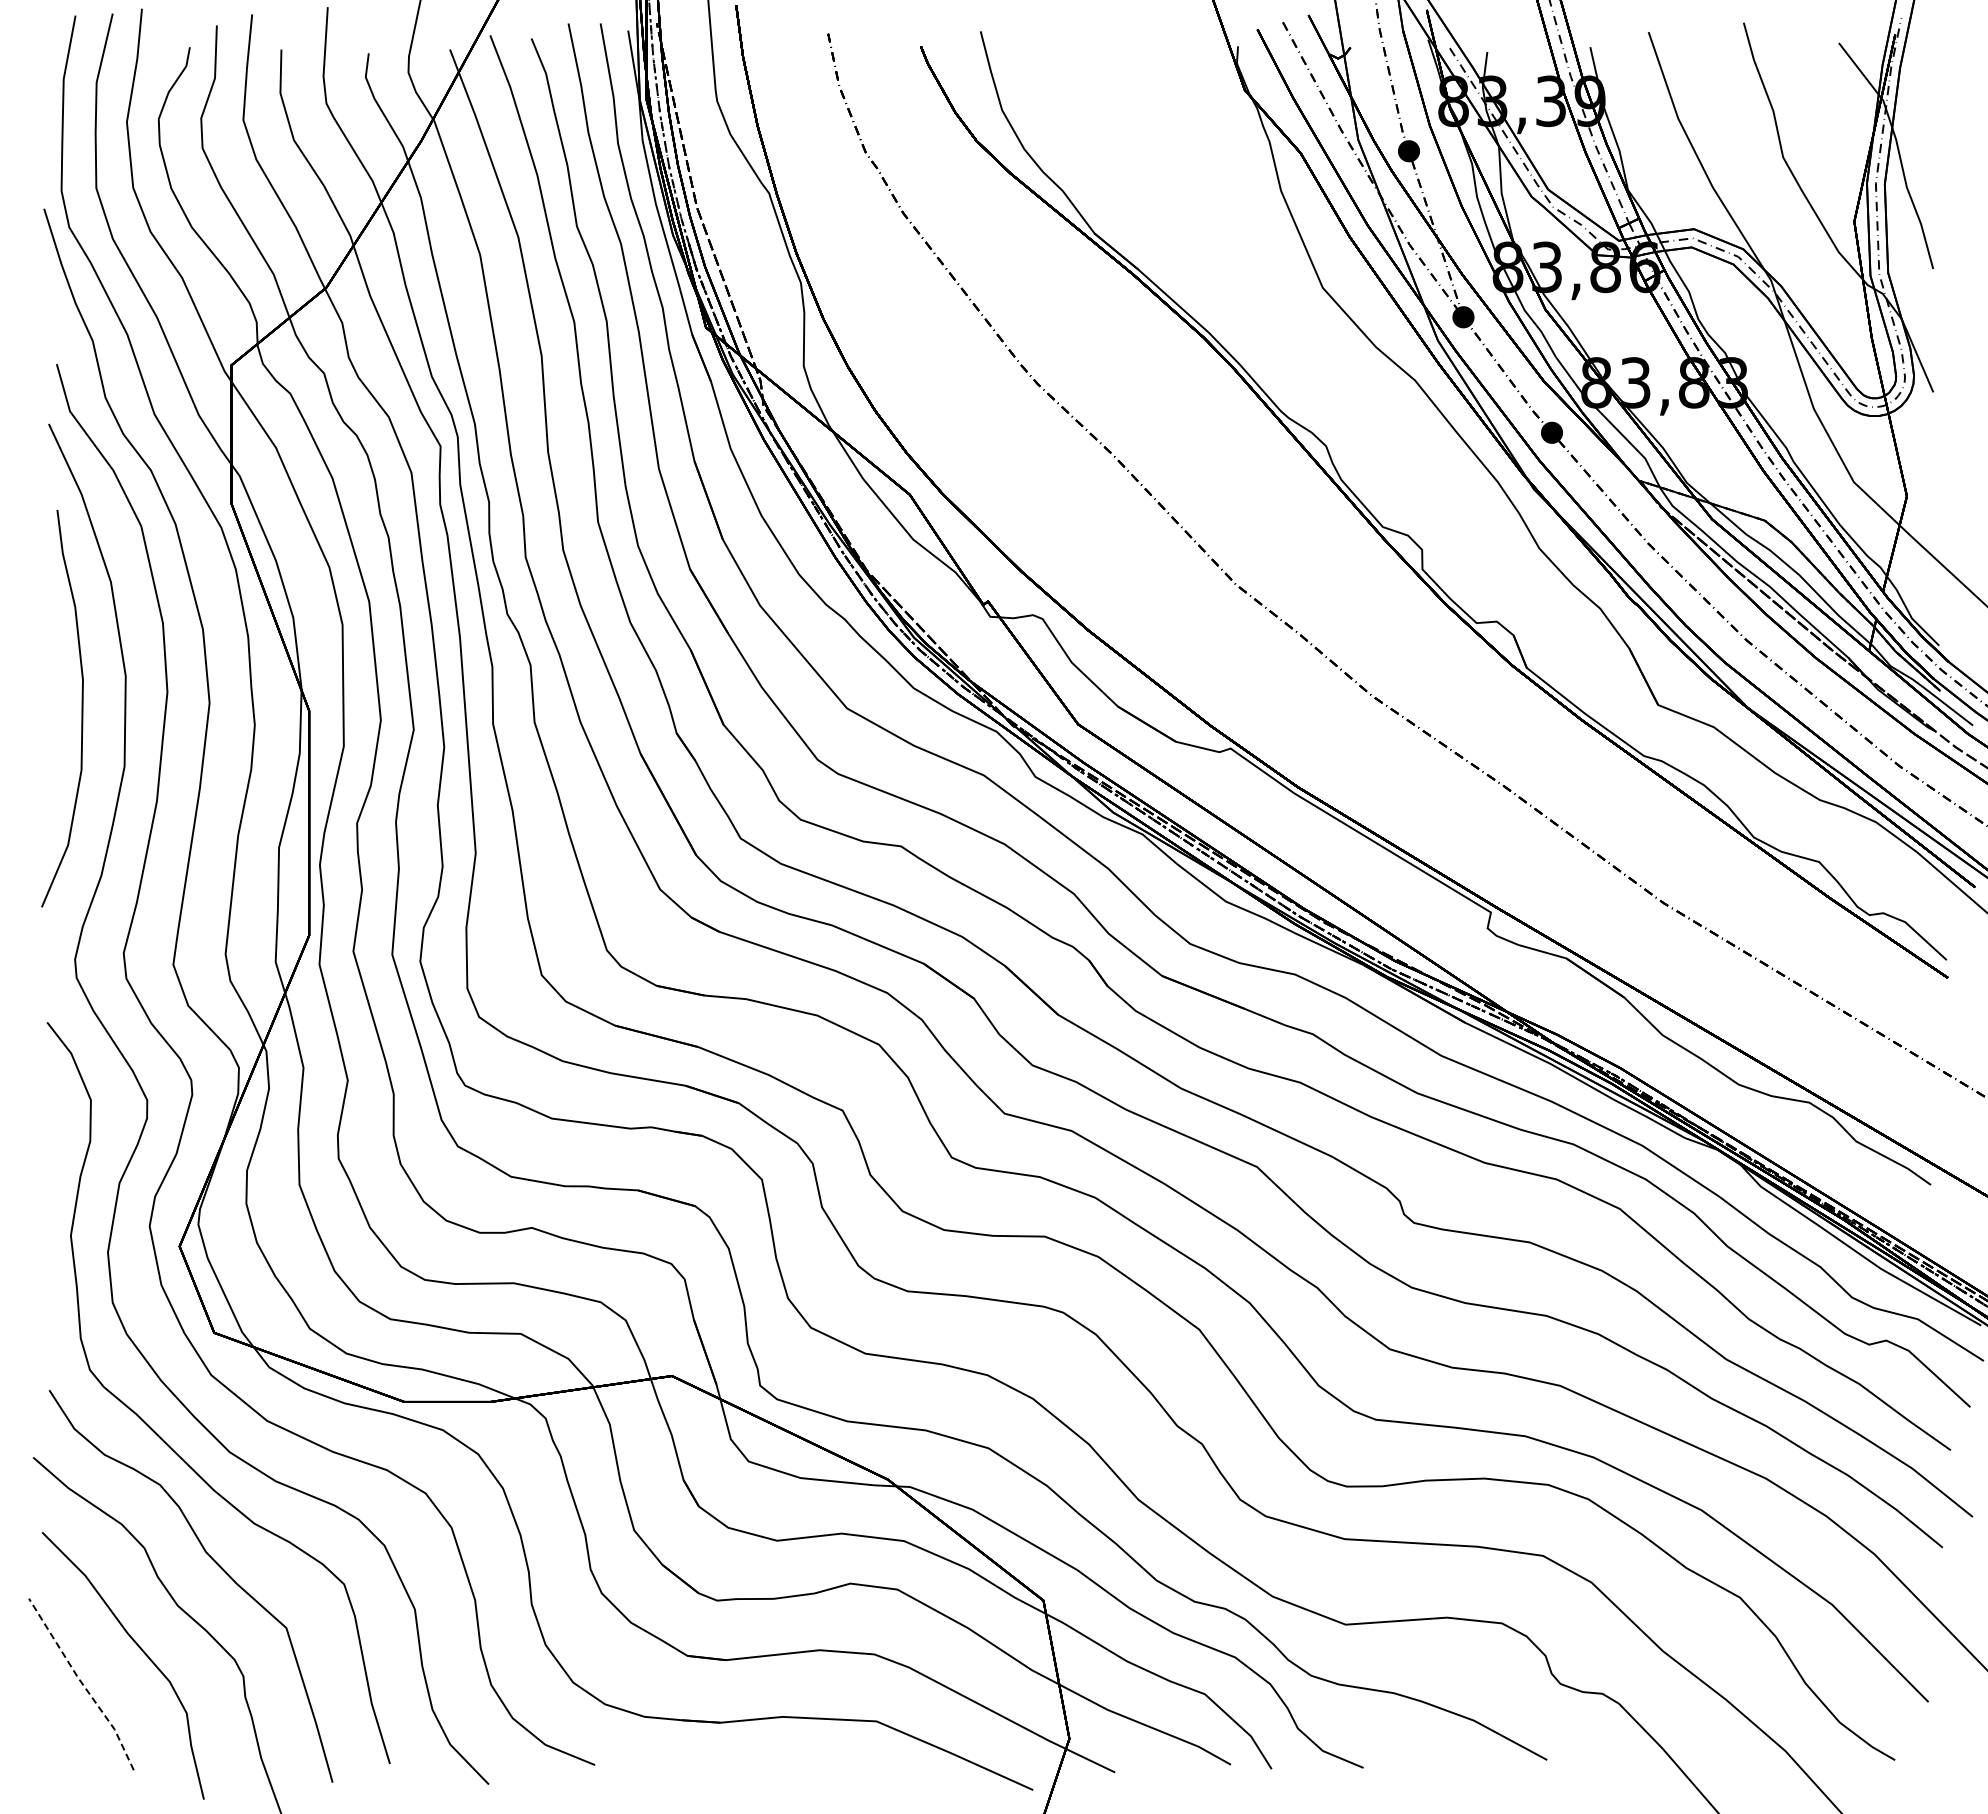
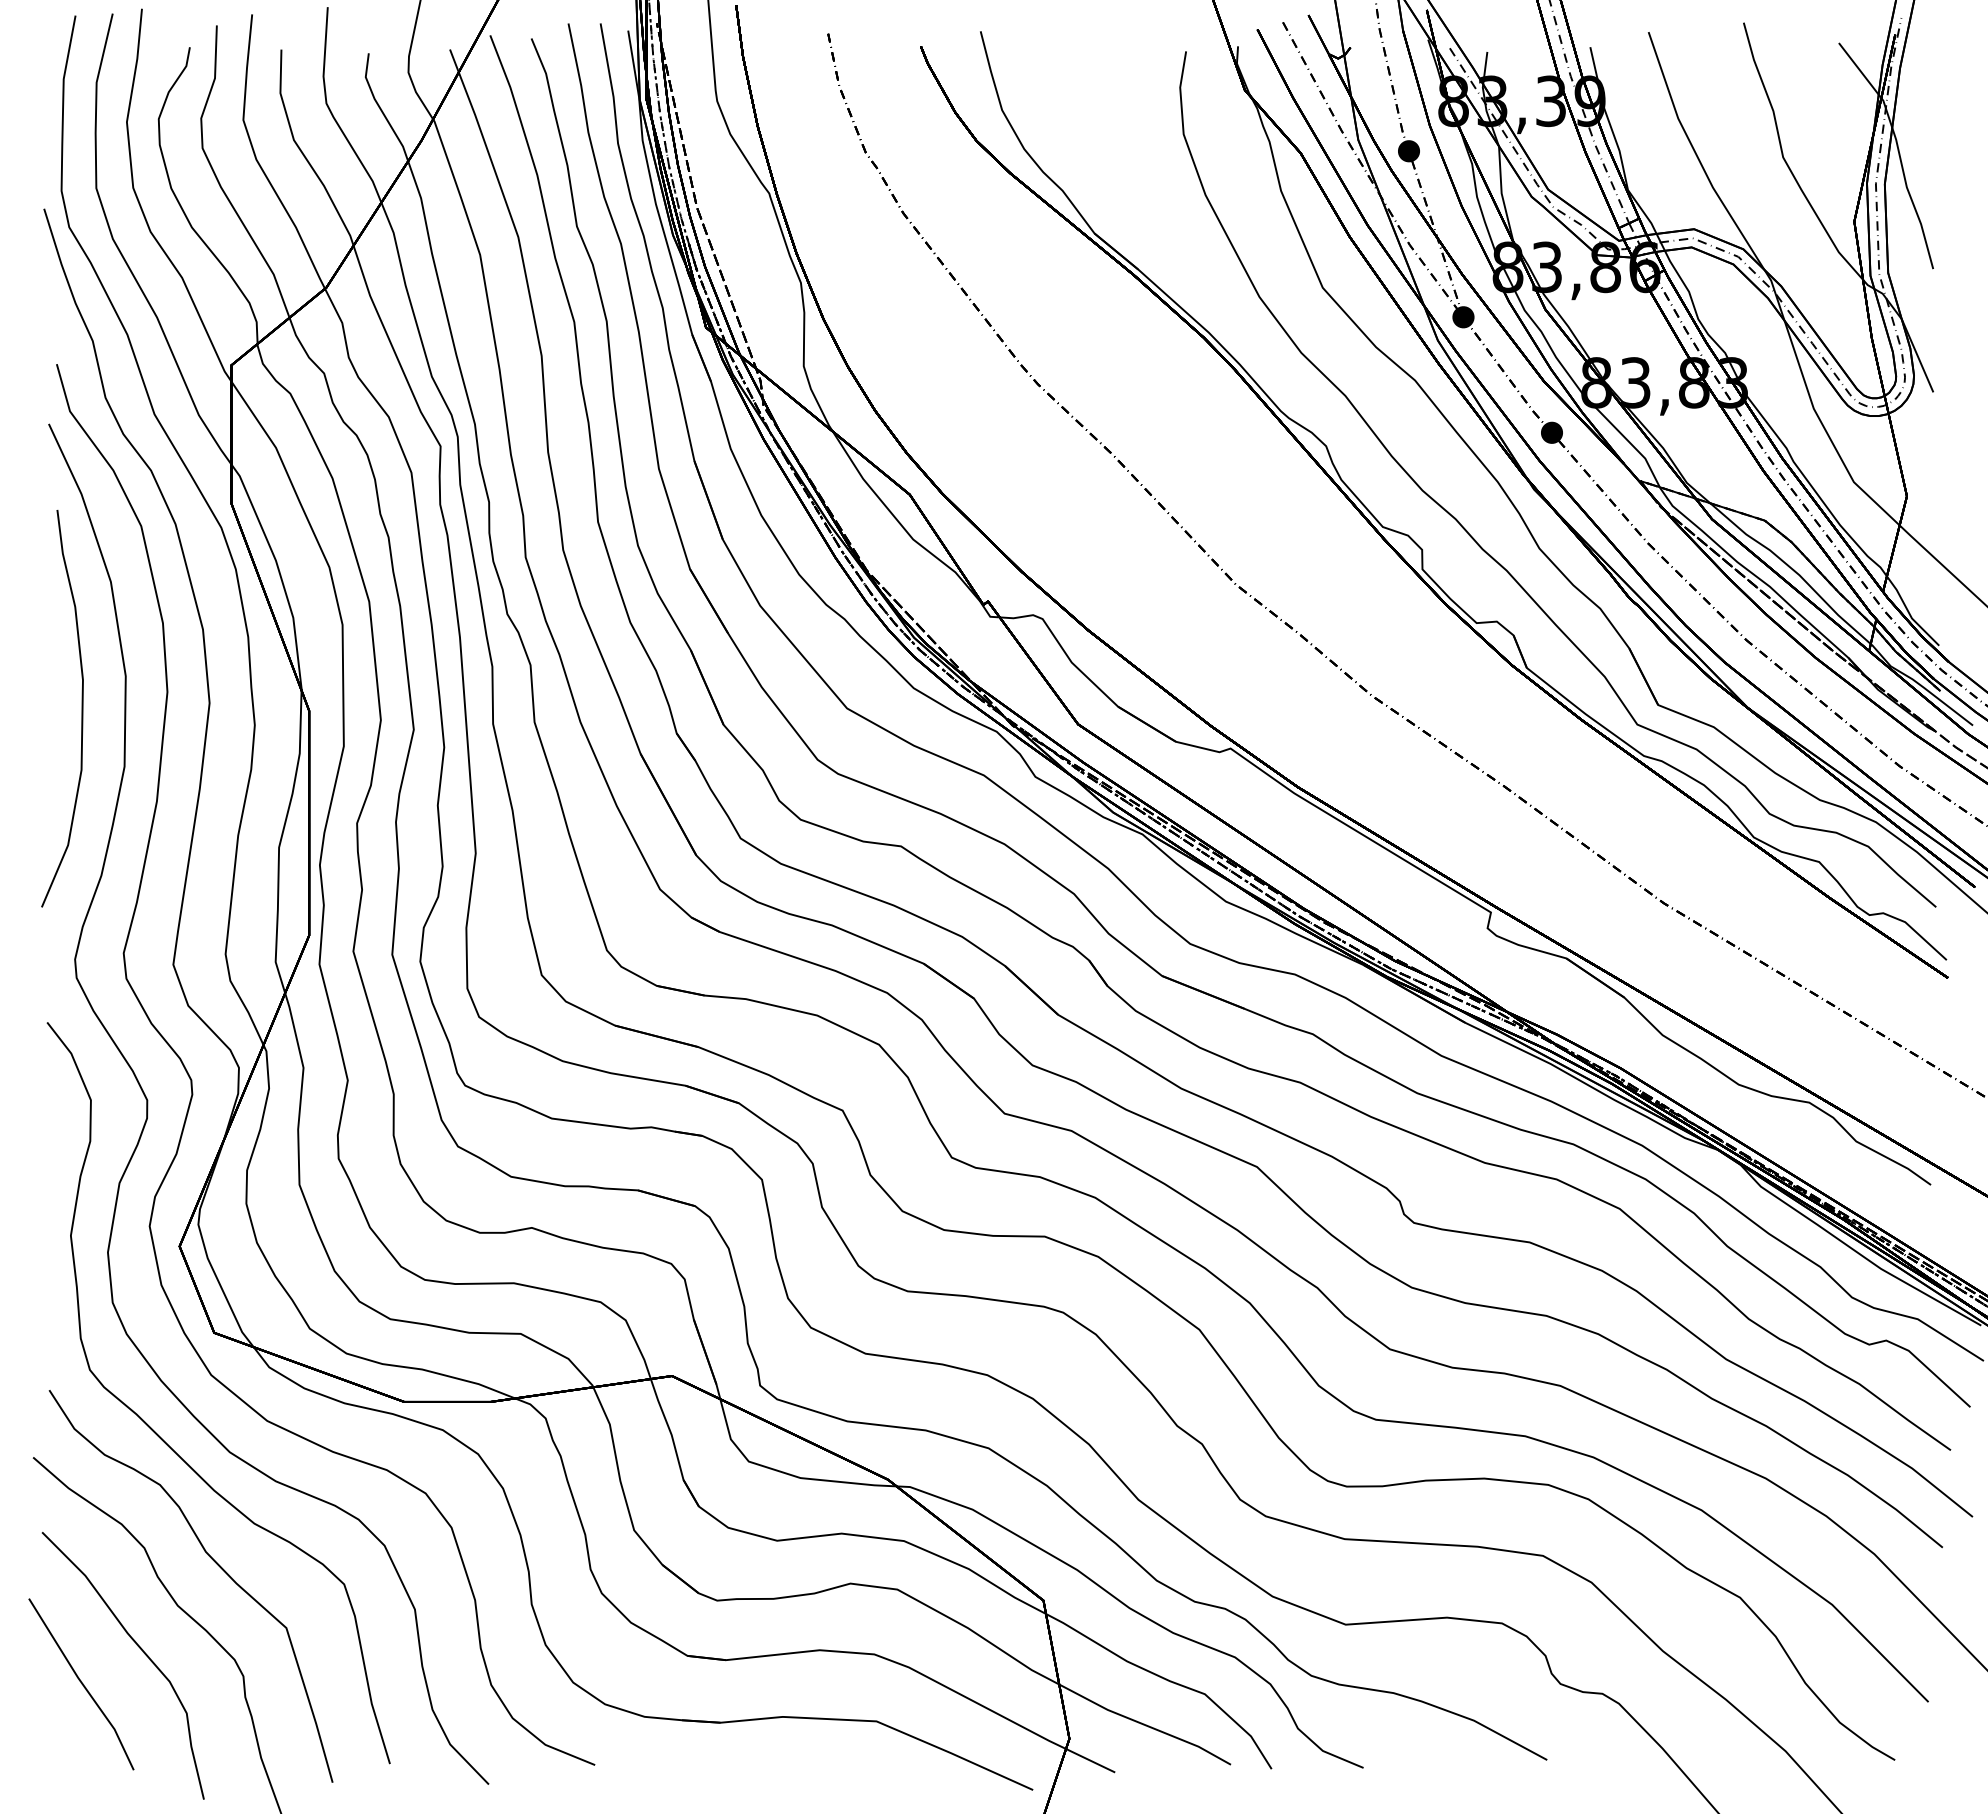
curve at (1491, 555): none -> present
line at (82, 1684): dashed -> solid
